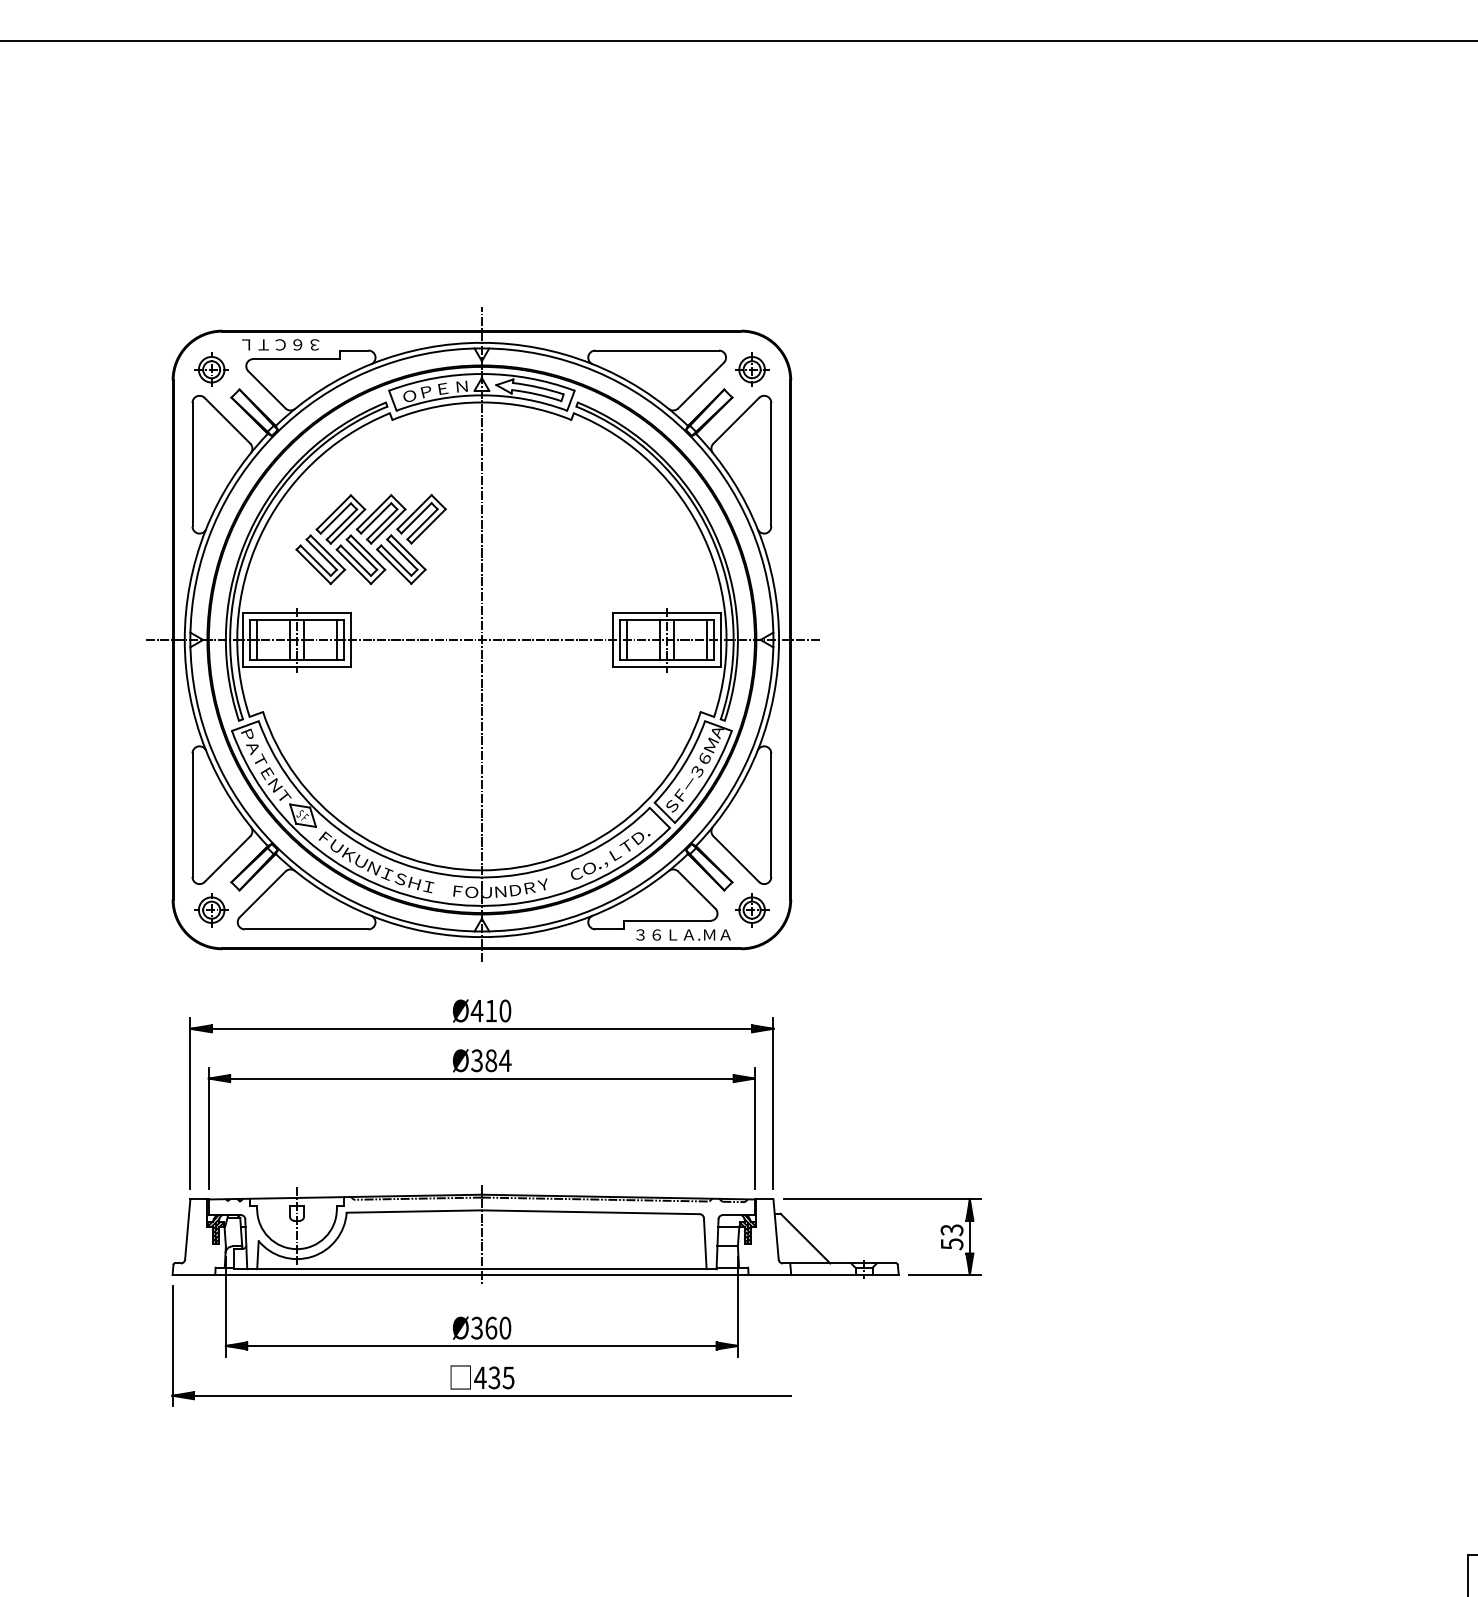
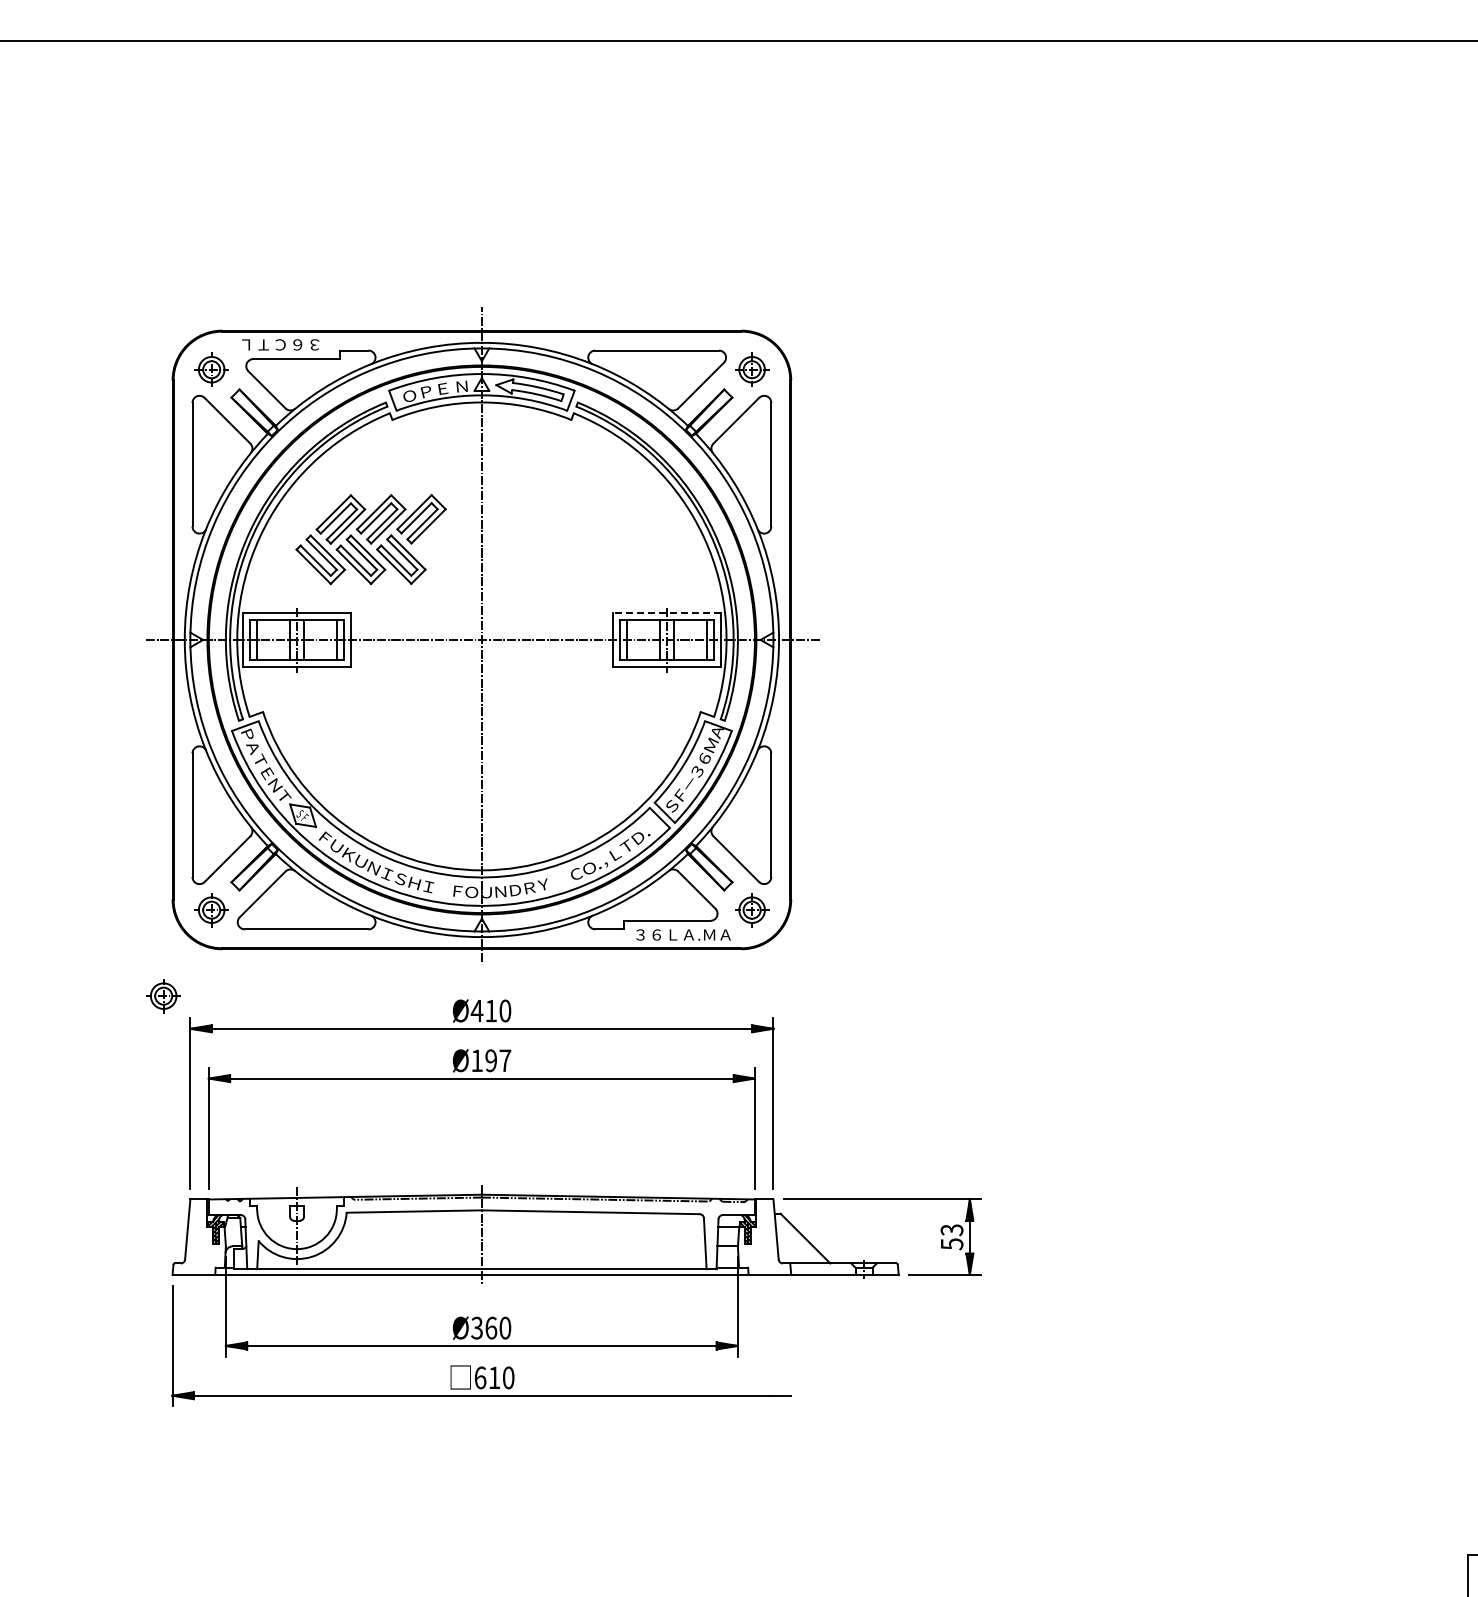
line at (666, 612): solid -> dashed
part at (163, 996): none -> present
text at (491, 1060): Ø384 -> Ø197
text at (494, 1377): 435 -> 610
